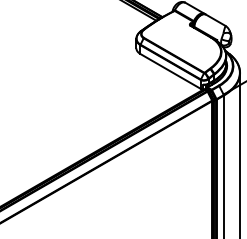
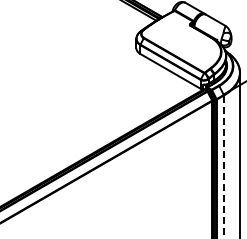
line at (223, 167): solid -> dashed
